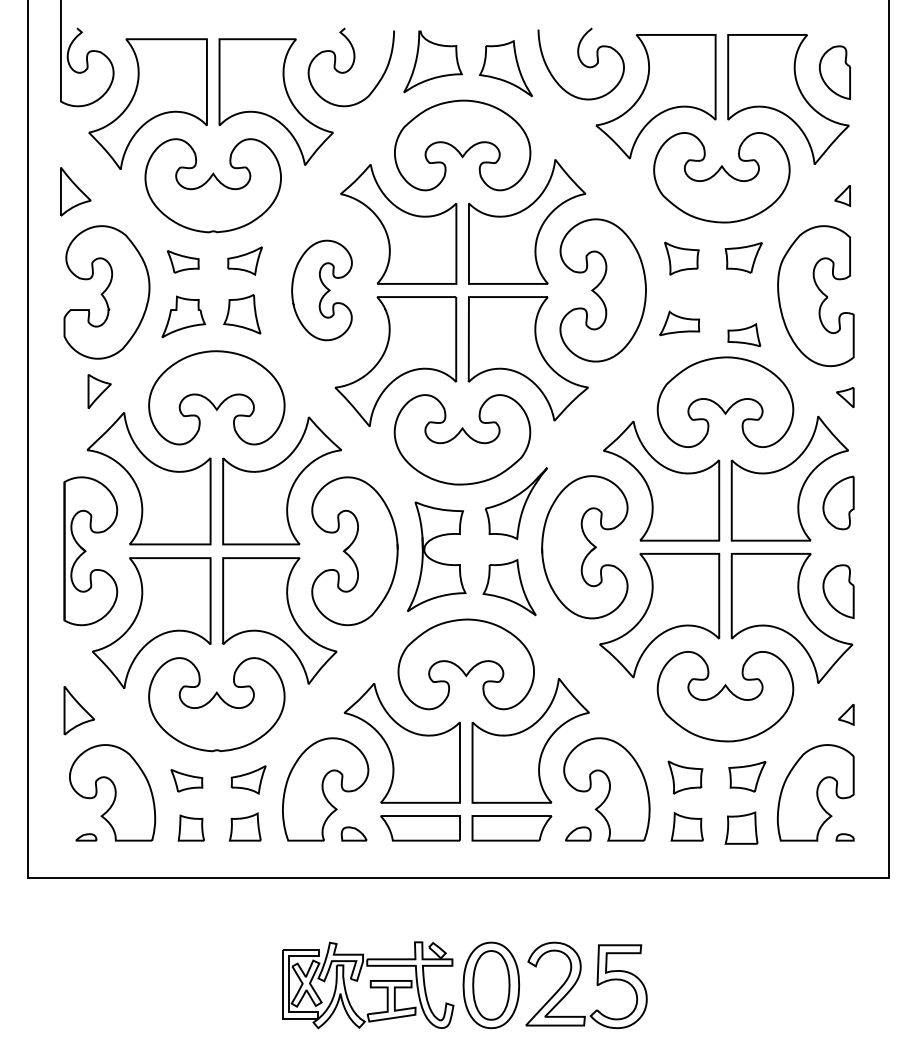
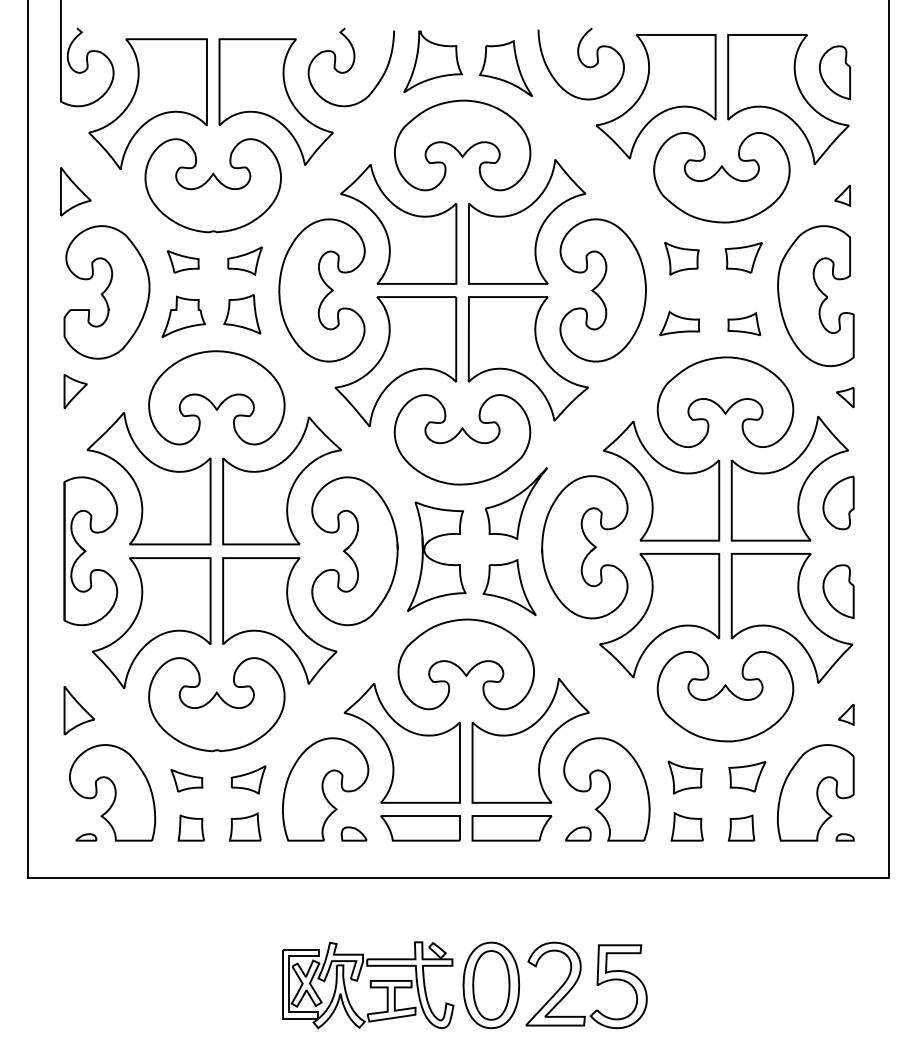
part at (321, 290) size: 62x103 px -> 88x145 px
part at (744, 334) position: (744, 334) -> (744, 323)
part at (99, 391) position: (99, 391) -> (75, 391)
part at (741, 827) size: 35x34 px -> 29x28 px
